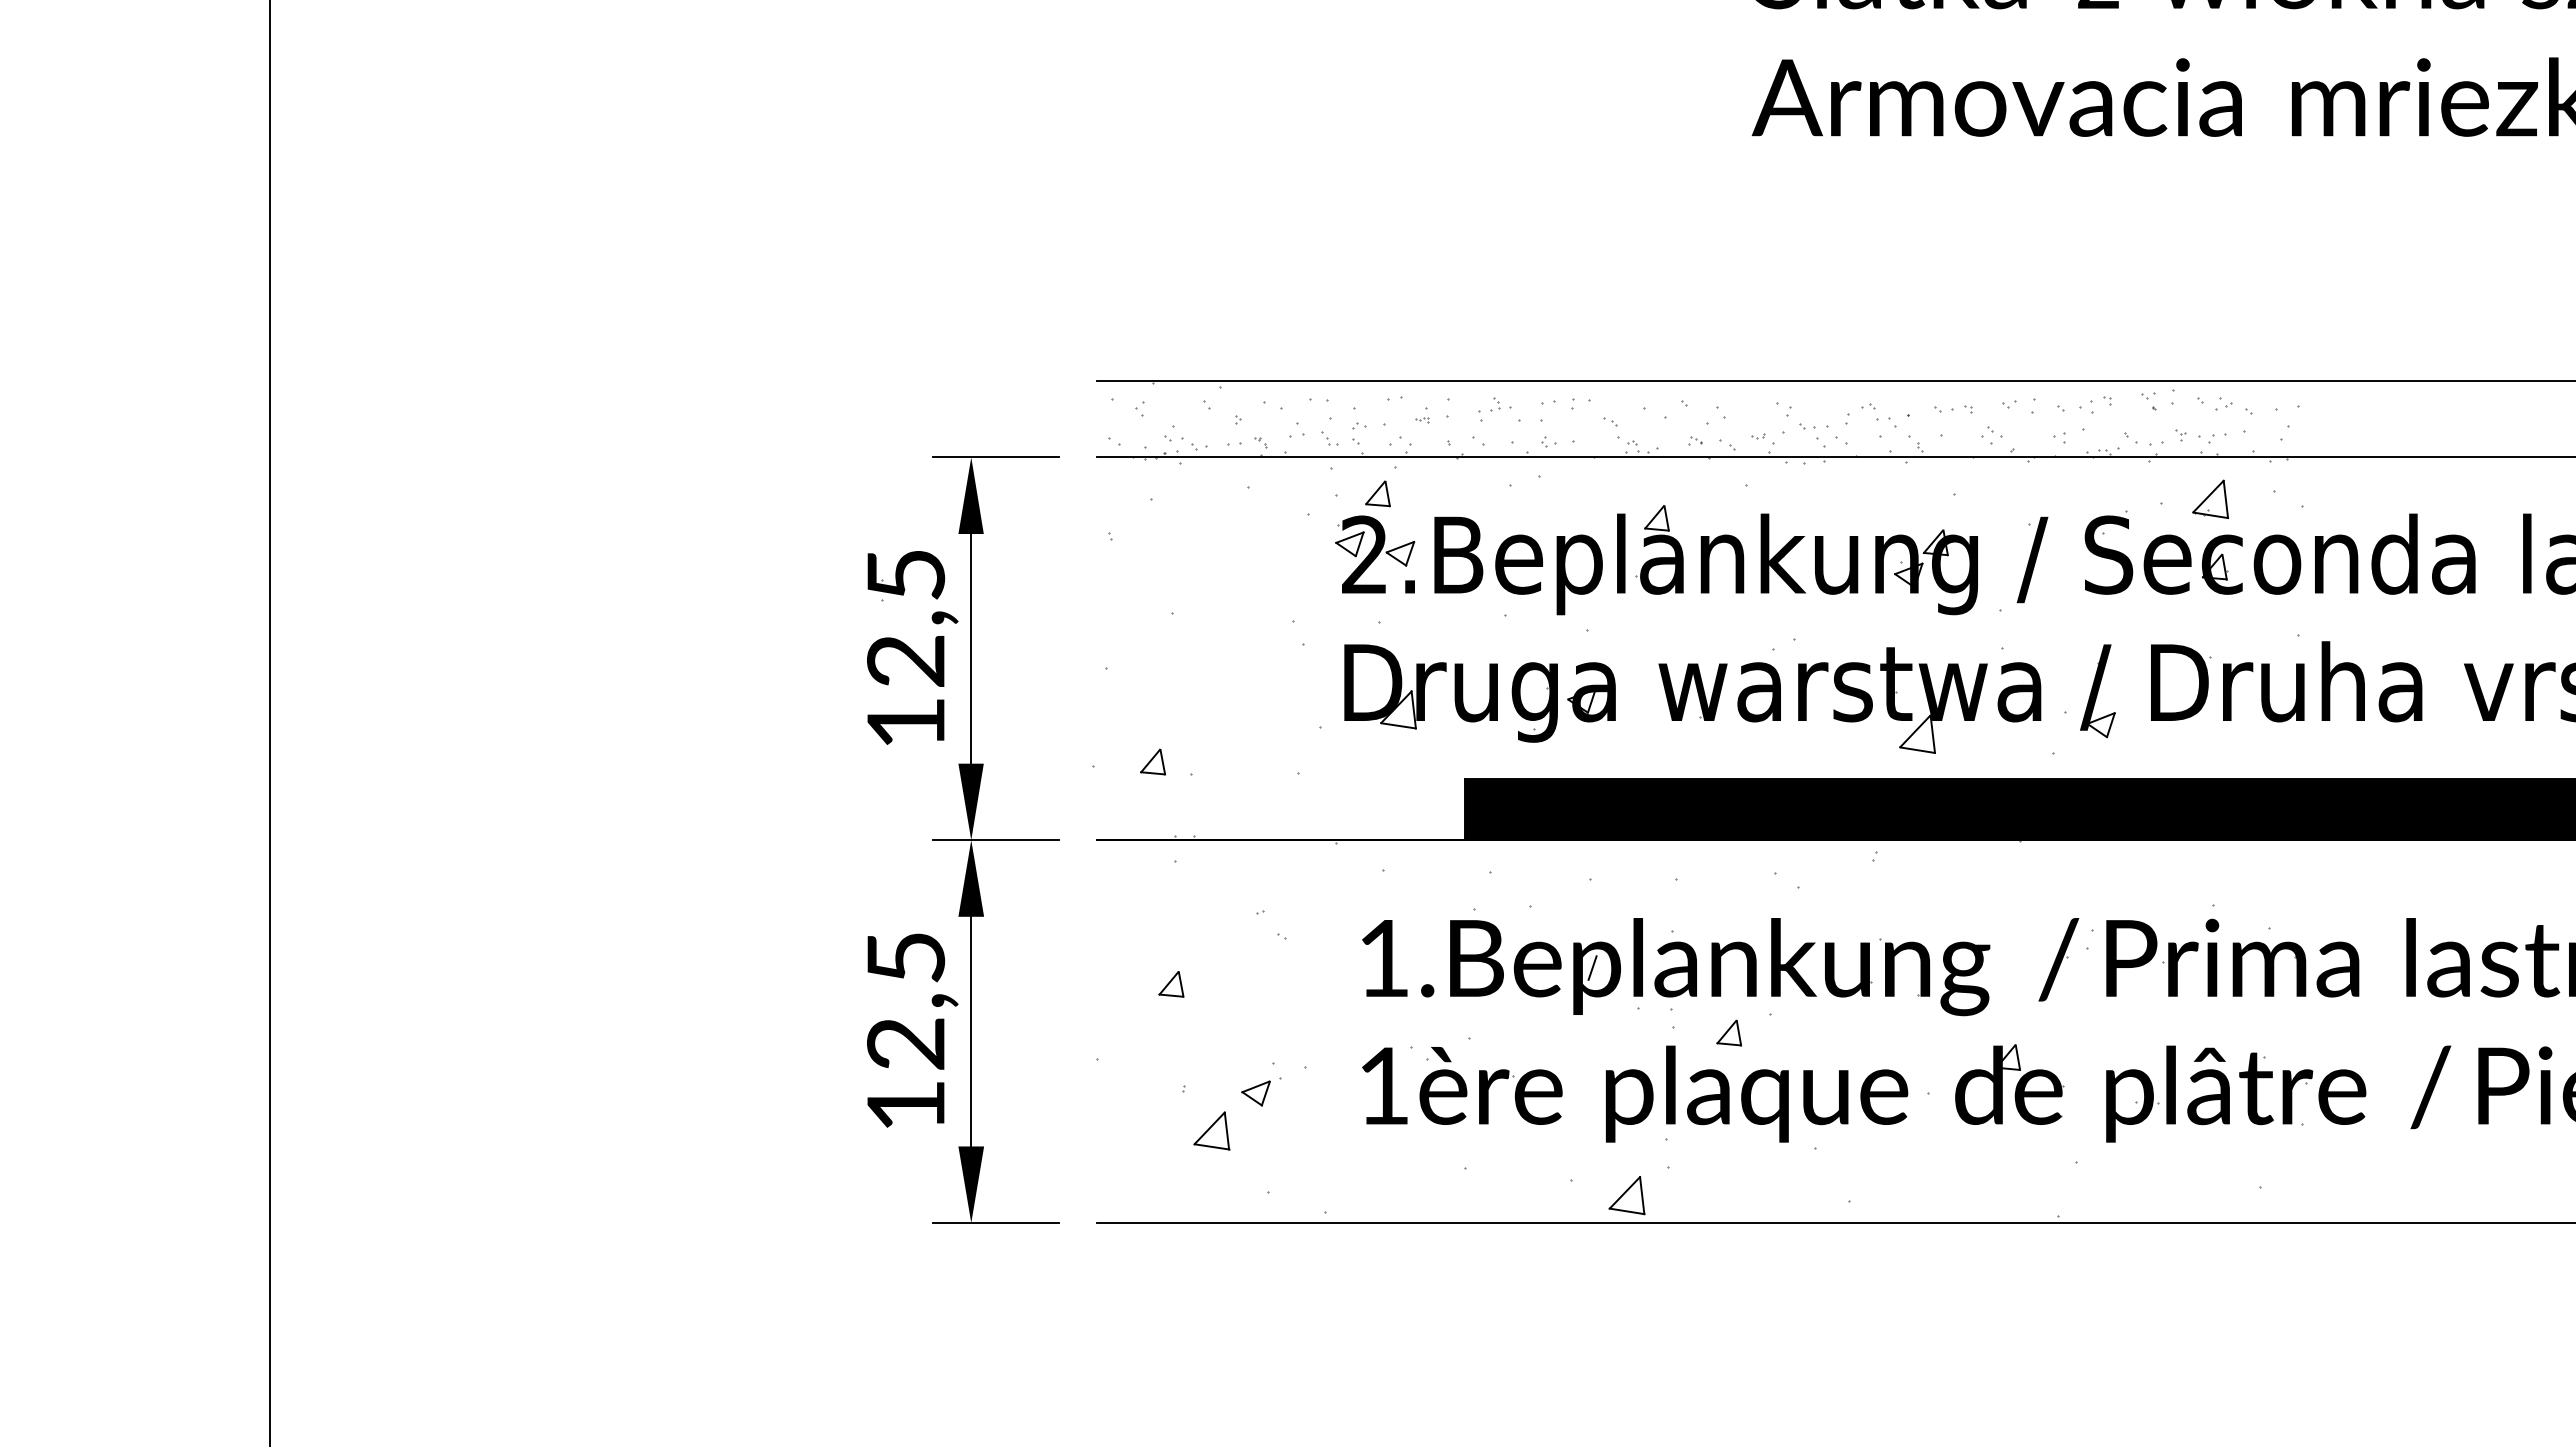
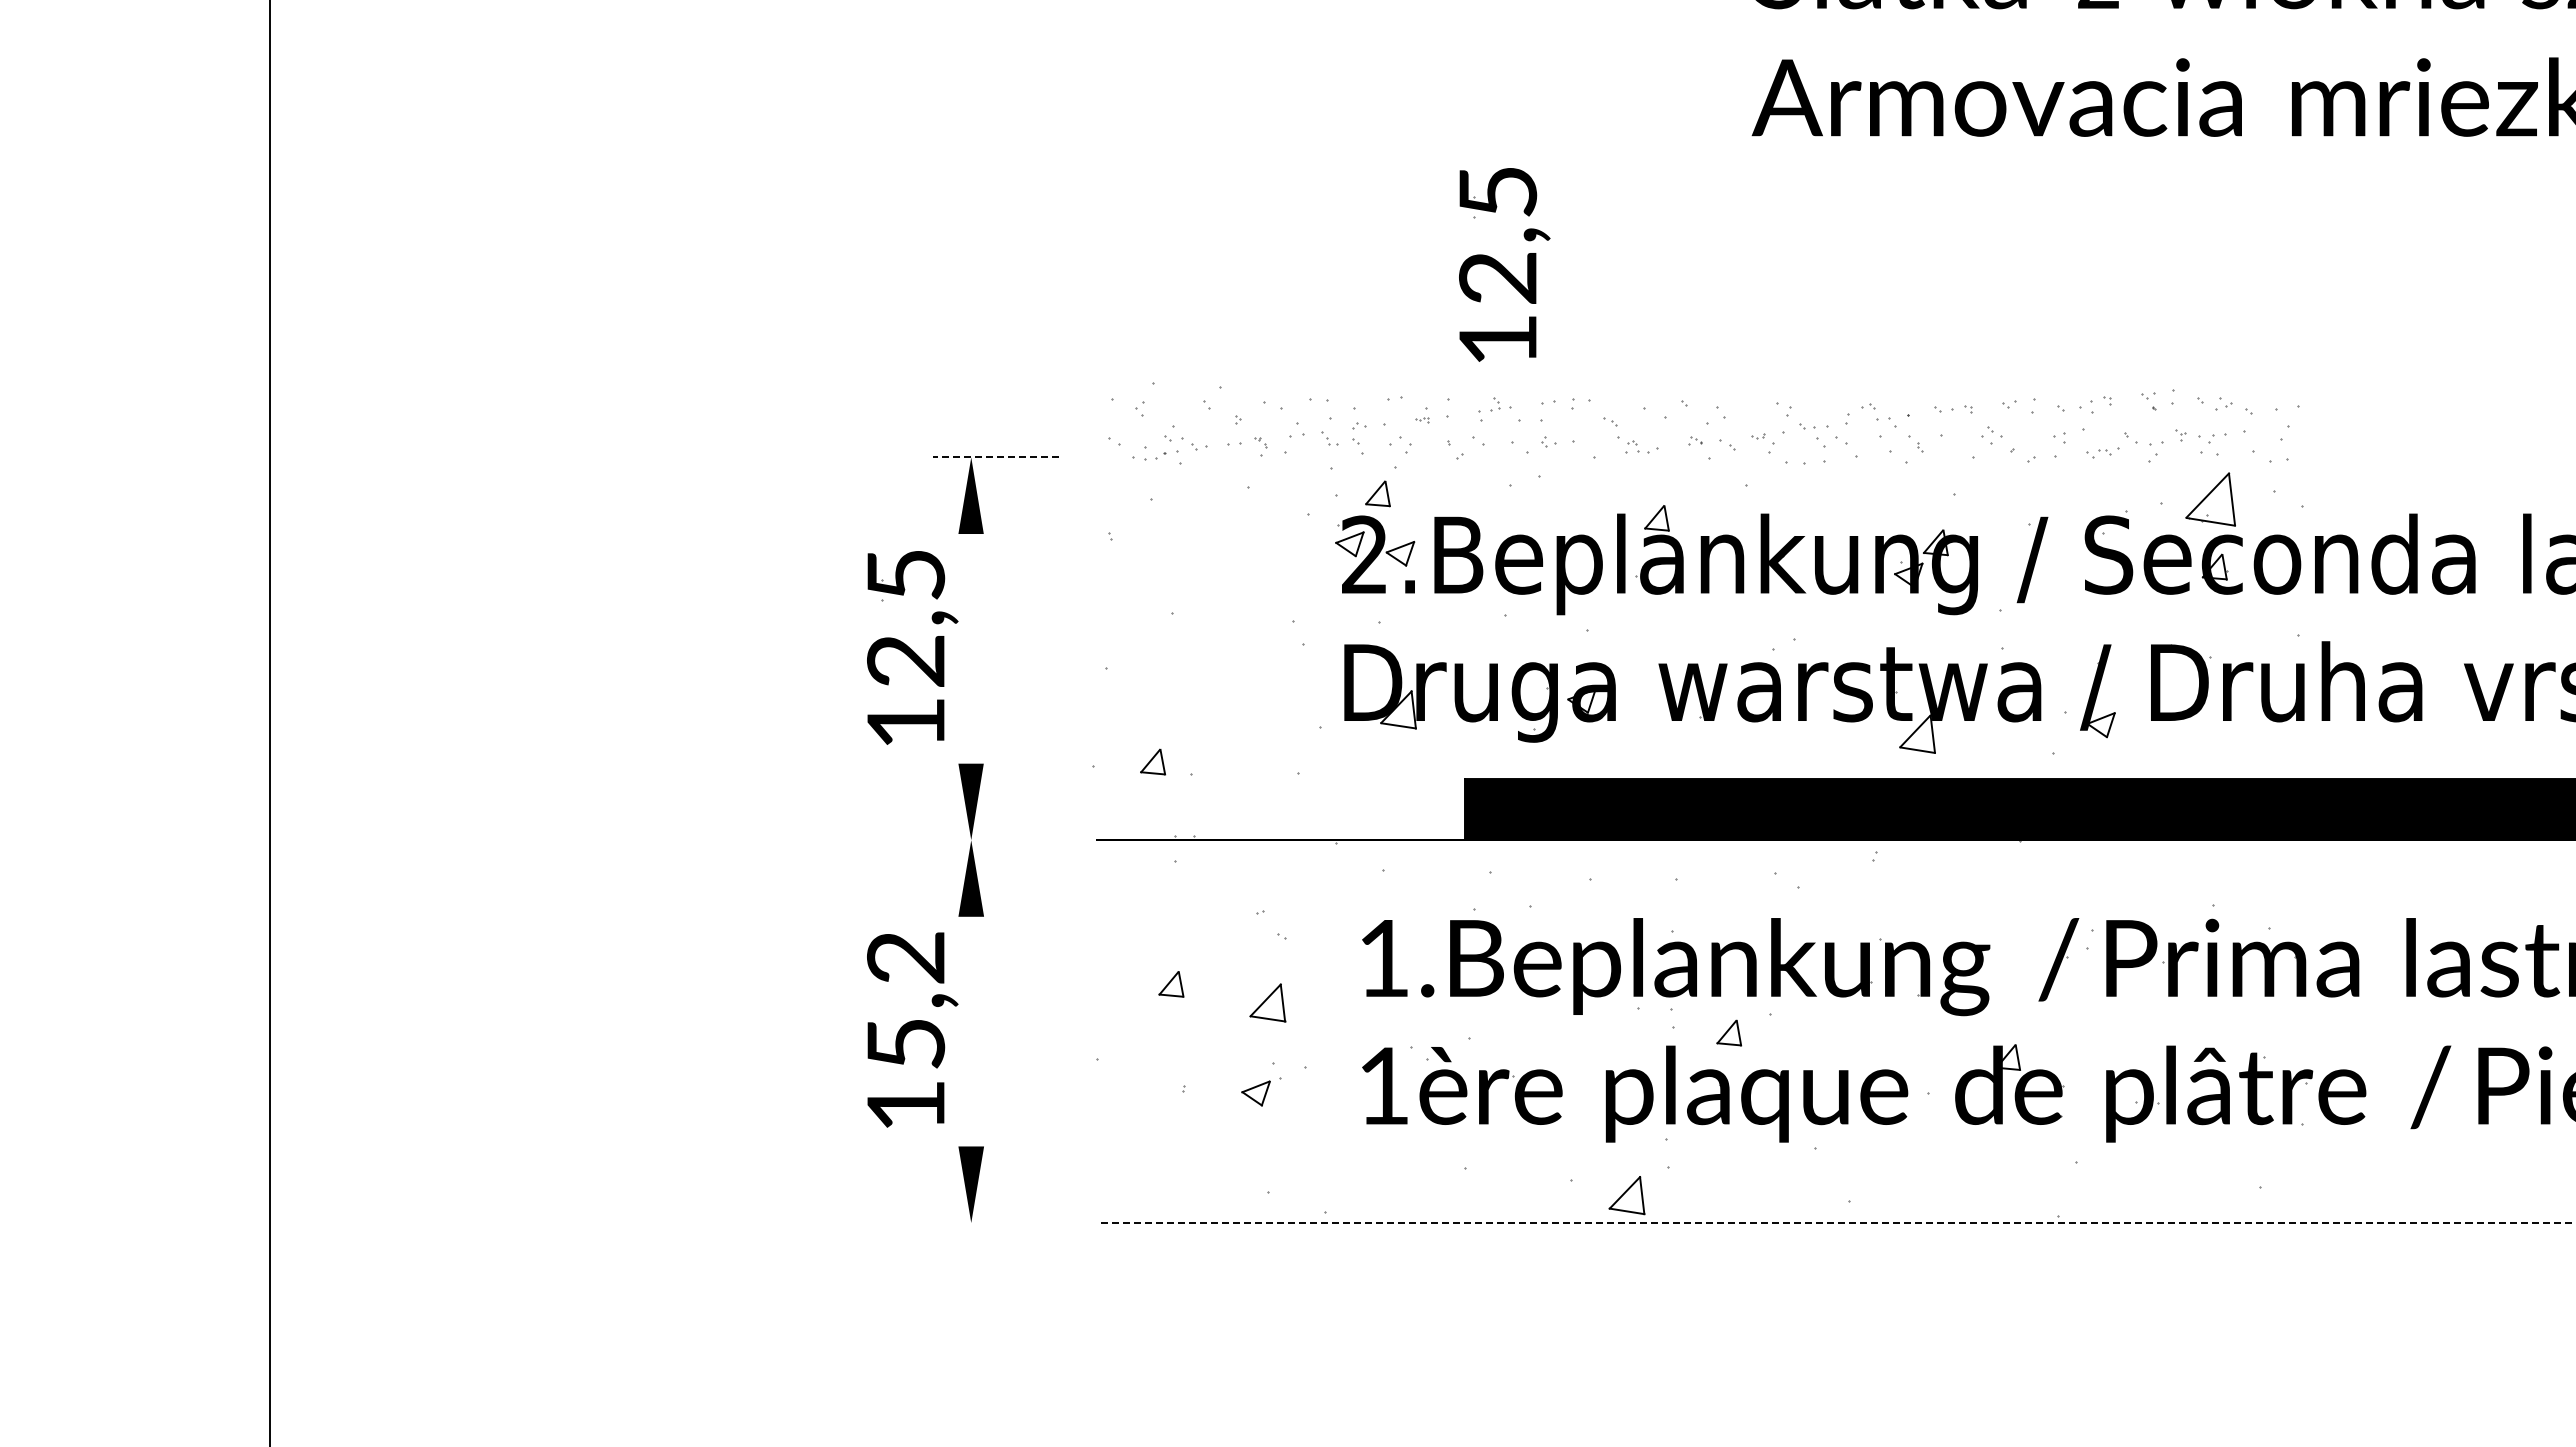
part at (1504, 264): none -> present
line at (1834, 380): present -> none
line at (995, 457): solid -> dashed
line at (1834, 457): present -> none
part at (2210, 498) size: 37x40 px -> 51x55 px
line at (971, 648): present -> none
line at (995, 840): present -> none
line at (1592, 967): present -> none
text at (906, 1000): 12,5 -> 15,2
line at (971, 1031): present -> none
part at (1211, 1130) position: (1211, 1130) -> (1267, 1002)
line at (995, 1223): present -> none
line at (1835, 1223): solid -> dashed
